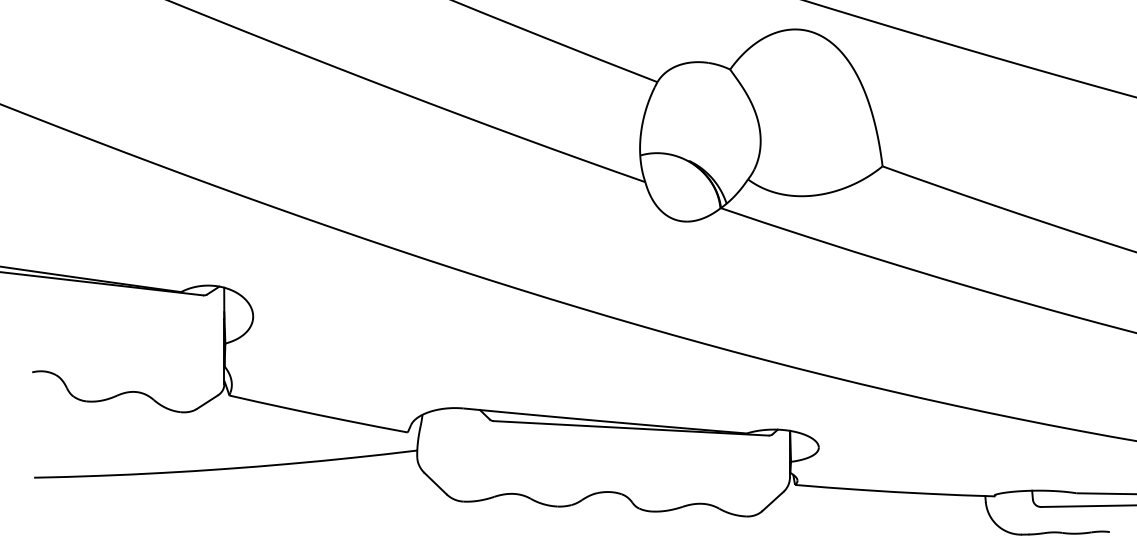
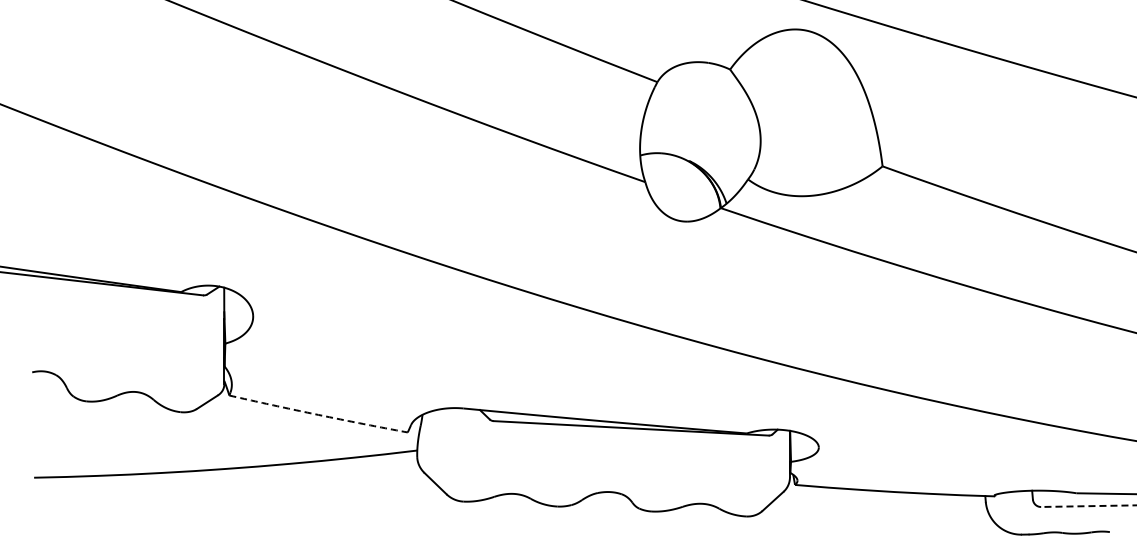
line at (318, 414): solid -> dashed
line at (1088, 506): solid -> dashed
